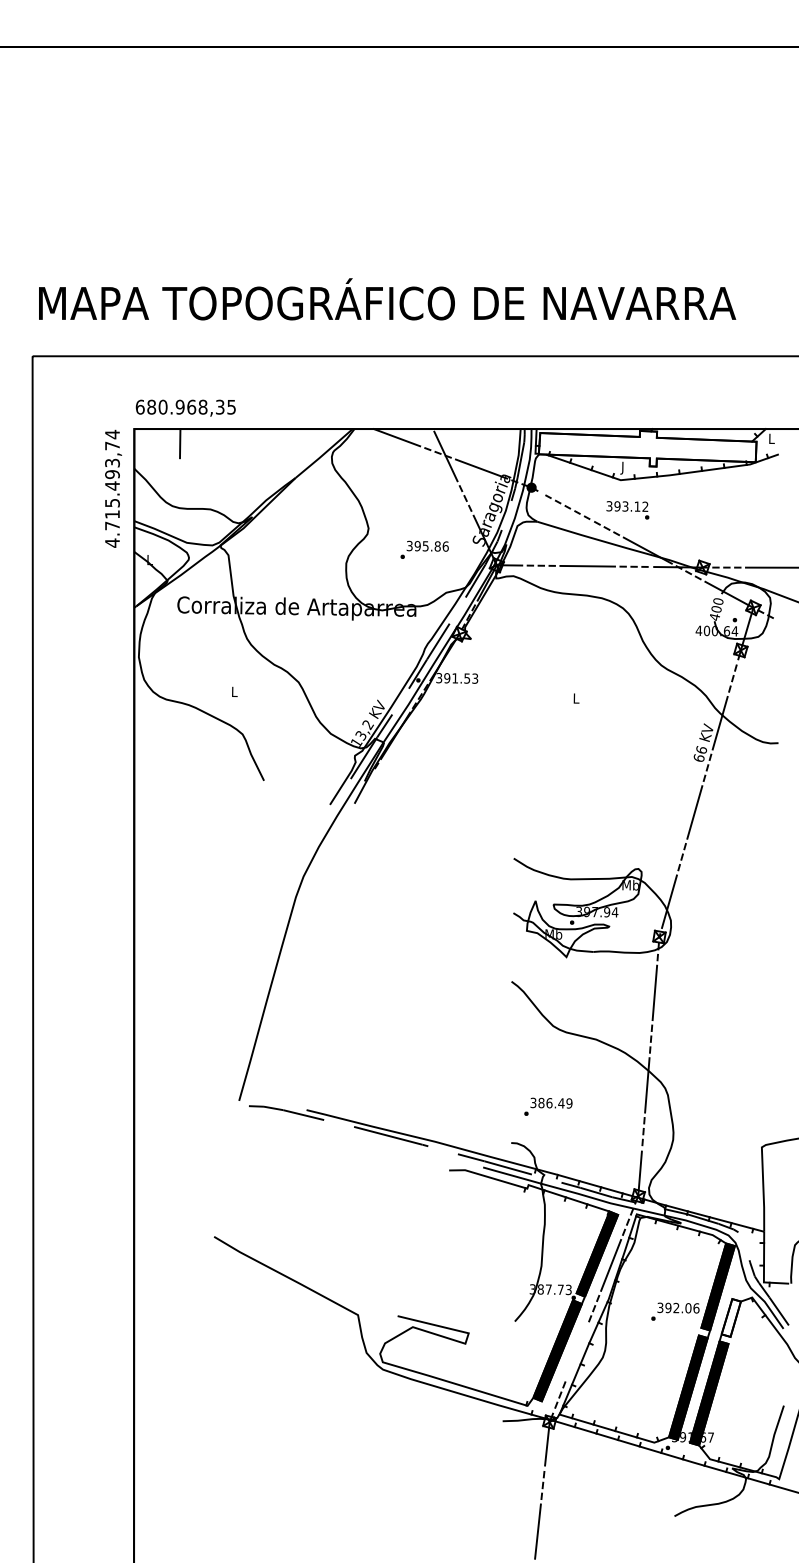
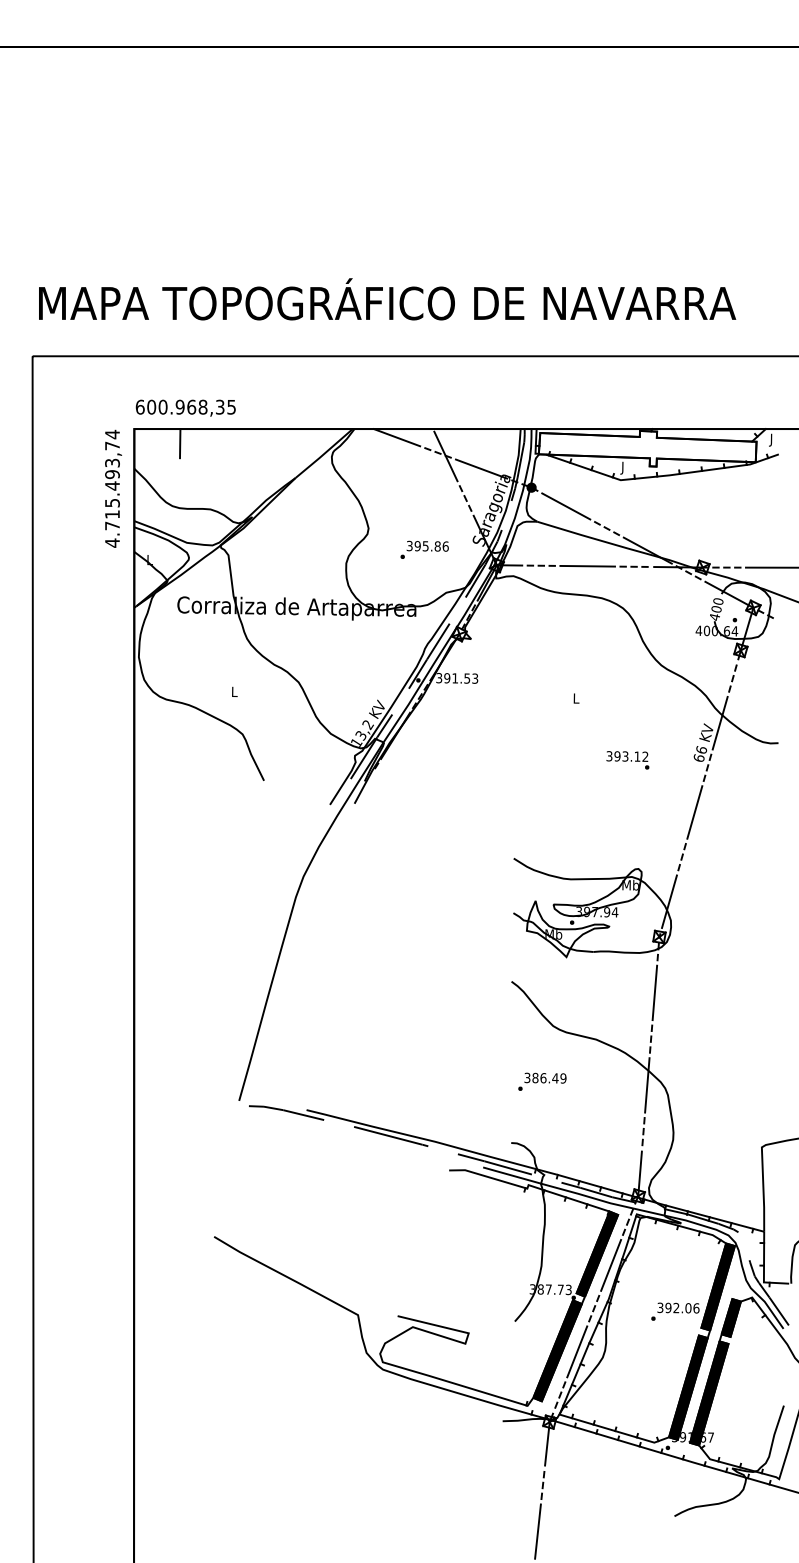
text at (151, 407): 680.968,35 -> 600.968,35
text at (771, 439): L -> J
line at (565, 506): dashed -> solid
text at (627, 510) position: (627, 510) -> (627, 760)
text at (548, 1106) position: (548, 1106) -> (542, 1081)
fill at (730, 1317): none -> present
line at (577, 1351): none -> present
